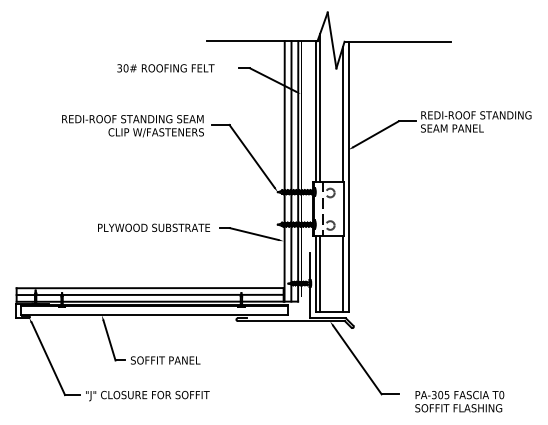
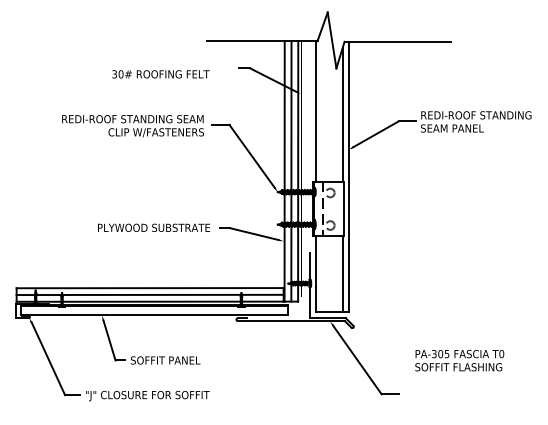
text at (165, 68) position: (165, 68) -> (160, 74)
line at (320, 107): present -> none
line at (320, 273): present -> none
text at (459, 401) position: (459, 401) -> (459, 360)
